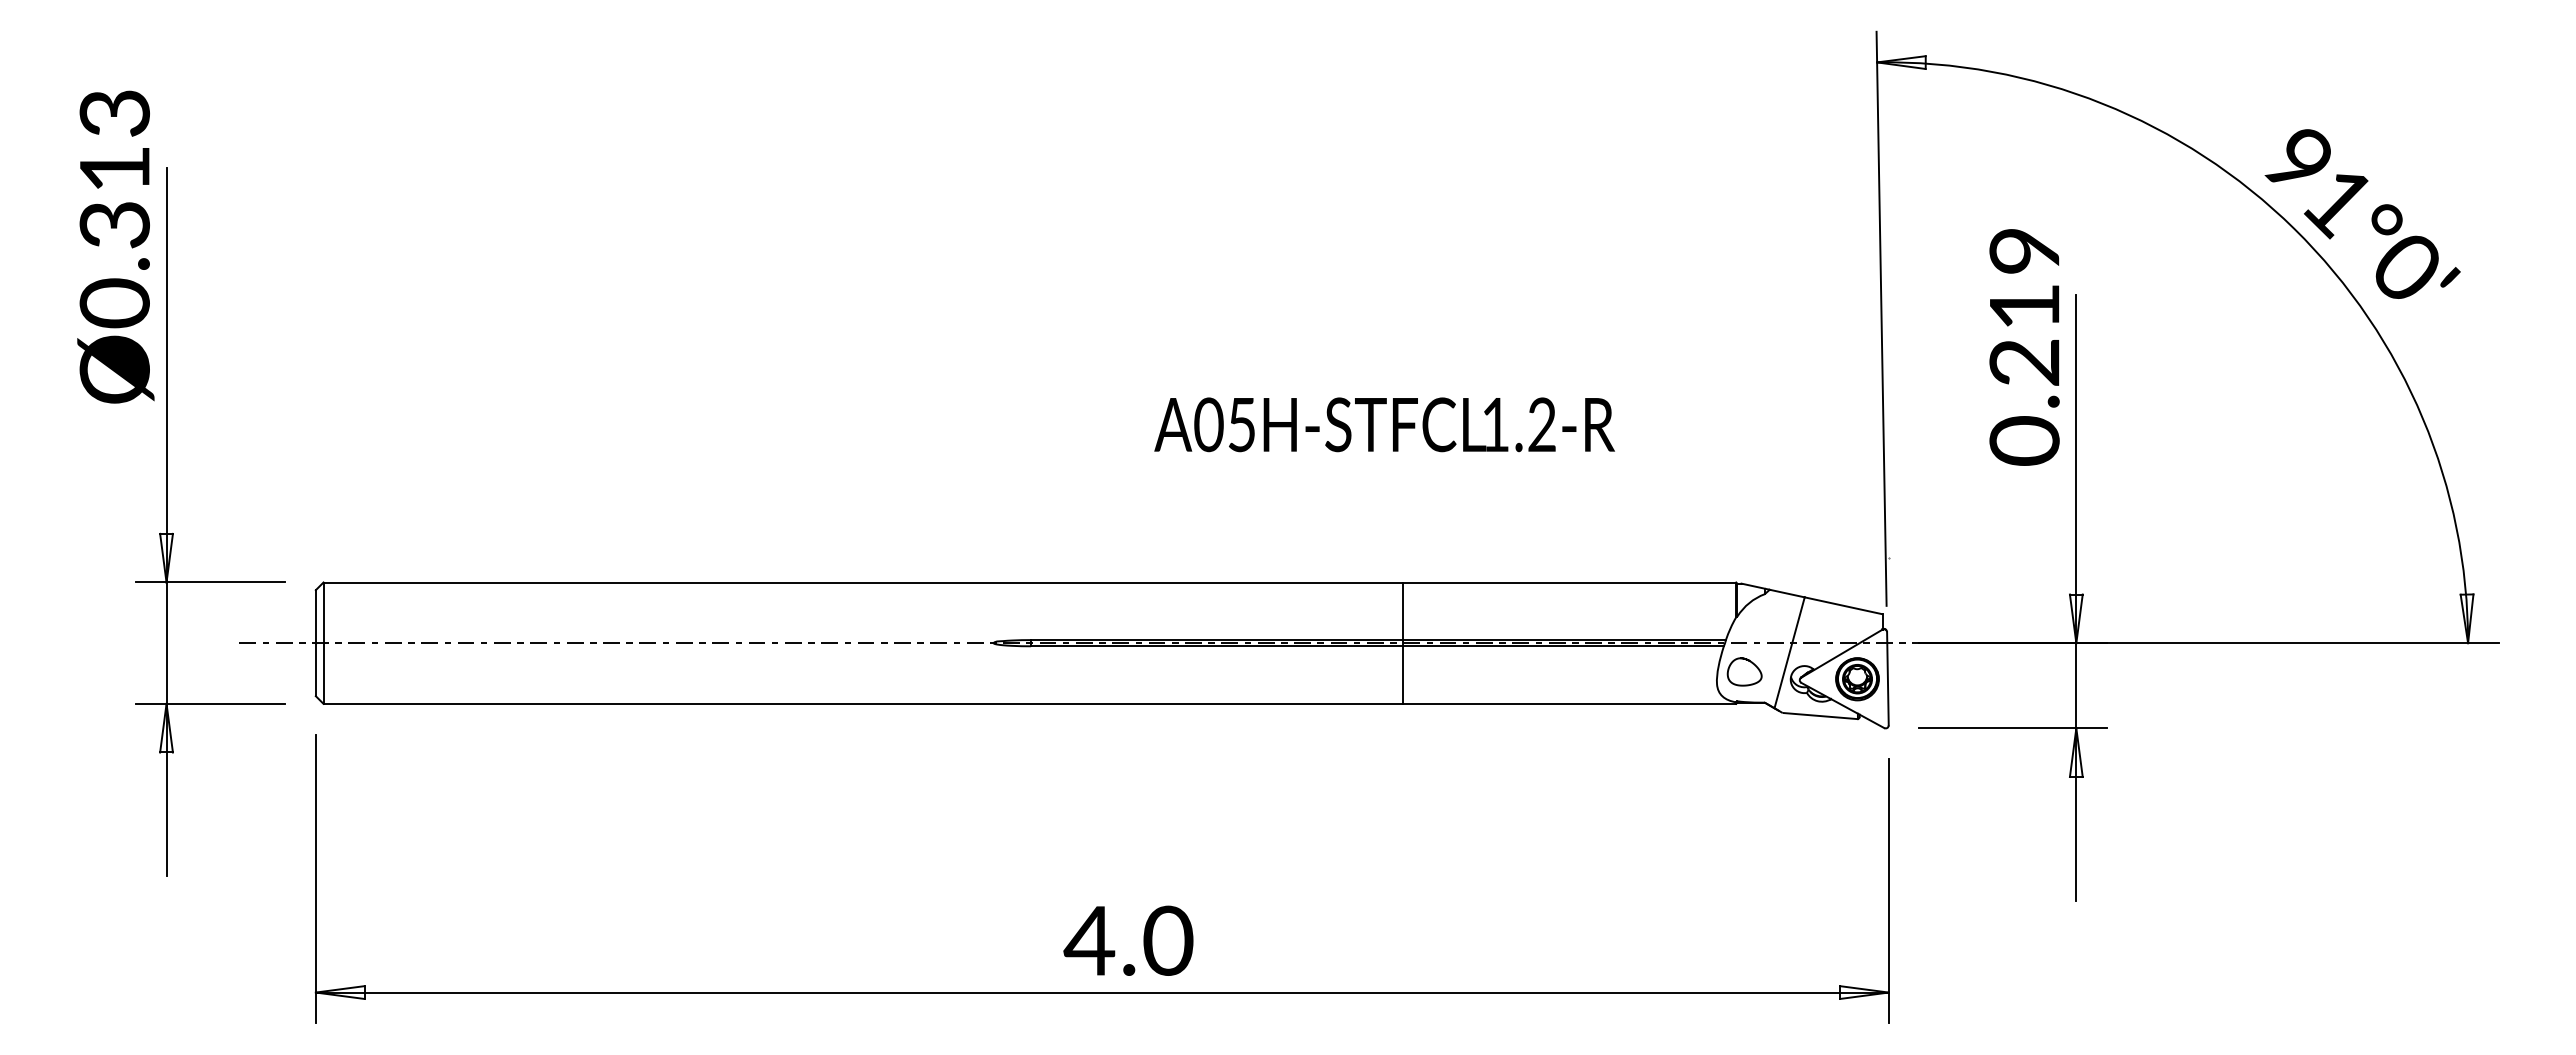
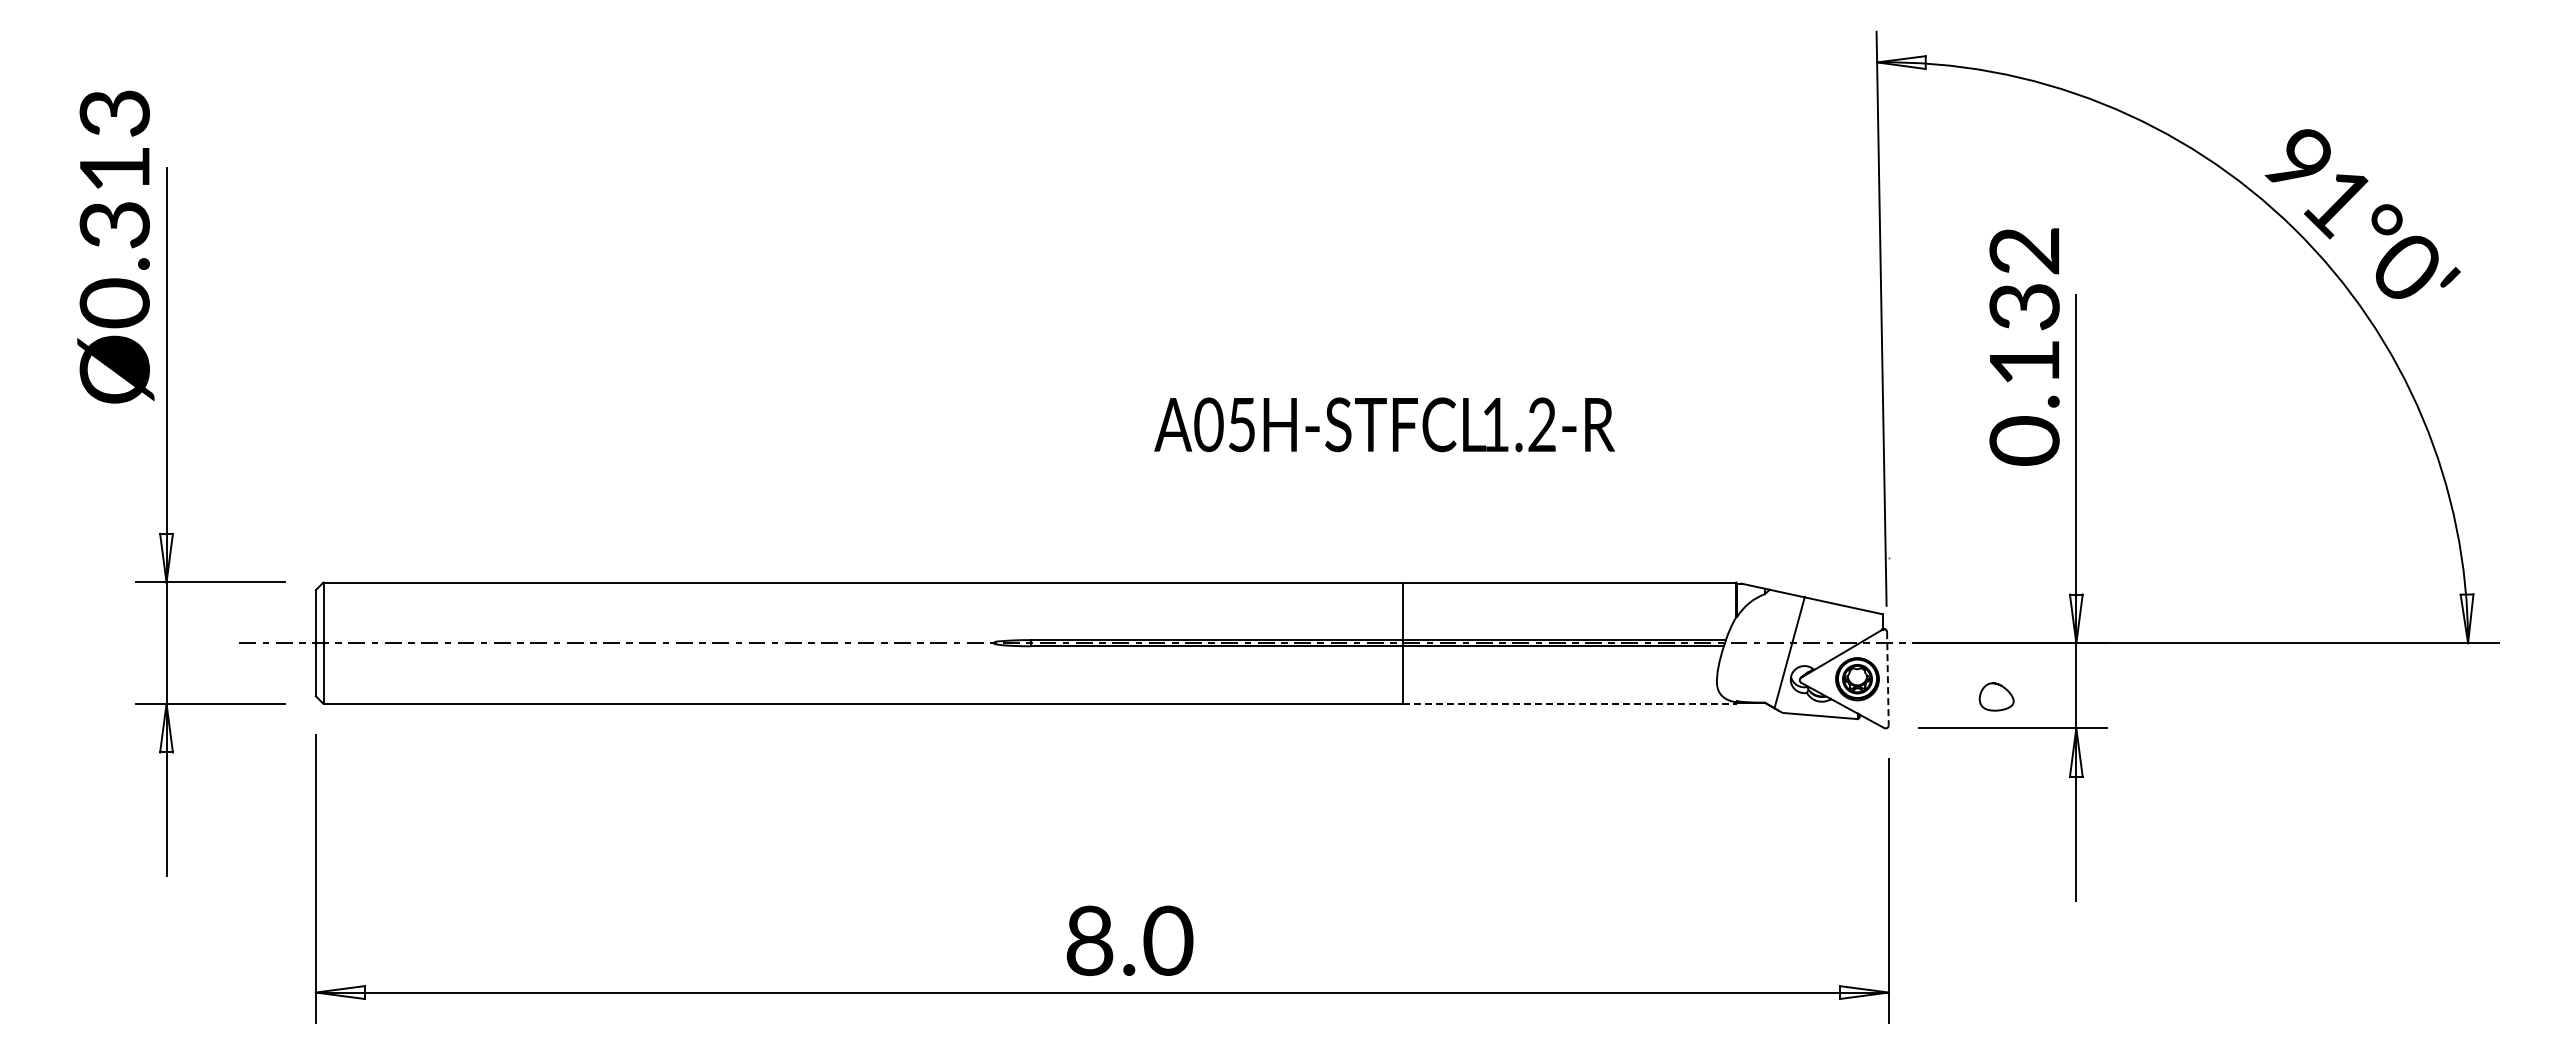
text at (2024, 306): 0.219 -> 0.132
curve at (1751, 663) position: (1751, 663) -> (2003, 688)
line at (1887, 678): solid -> dashed
line at (1570, 703): solid -> dashed
text at (1089, 940): 4.0 -> 8.0
